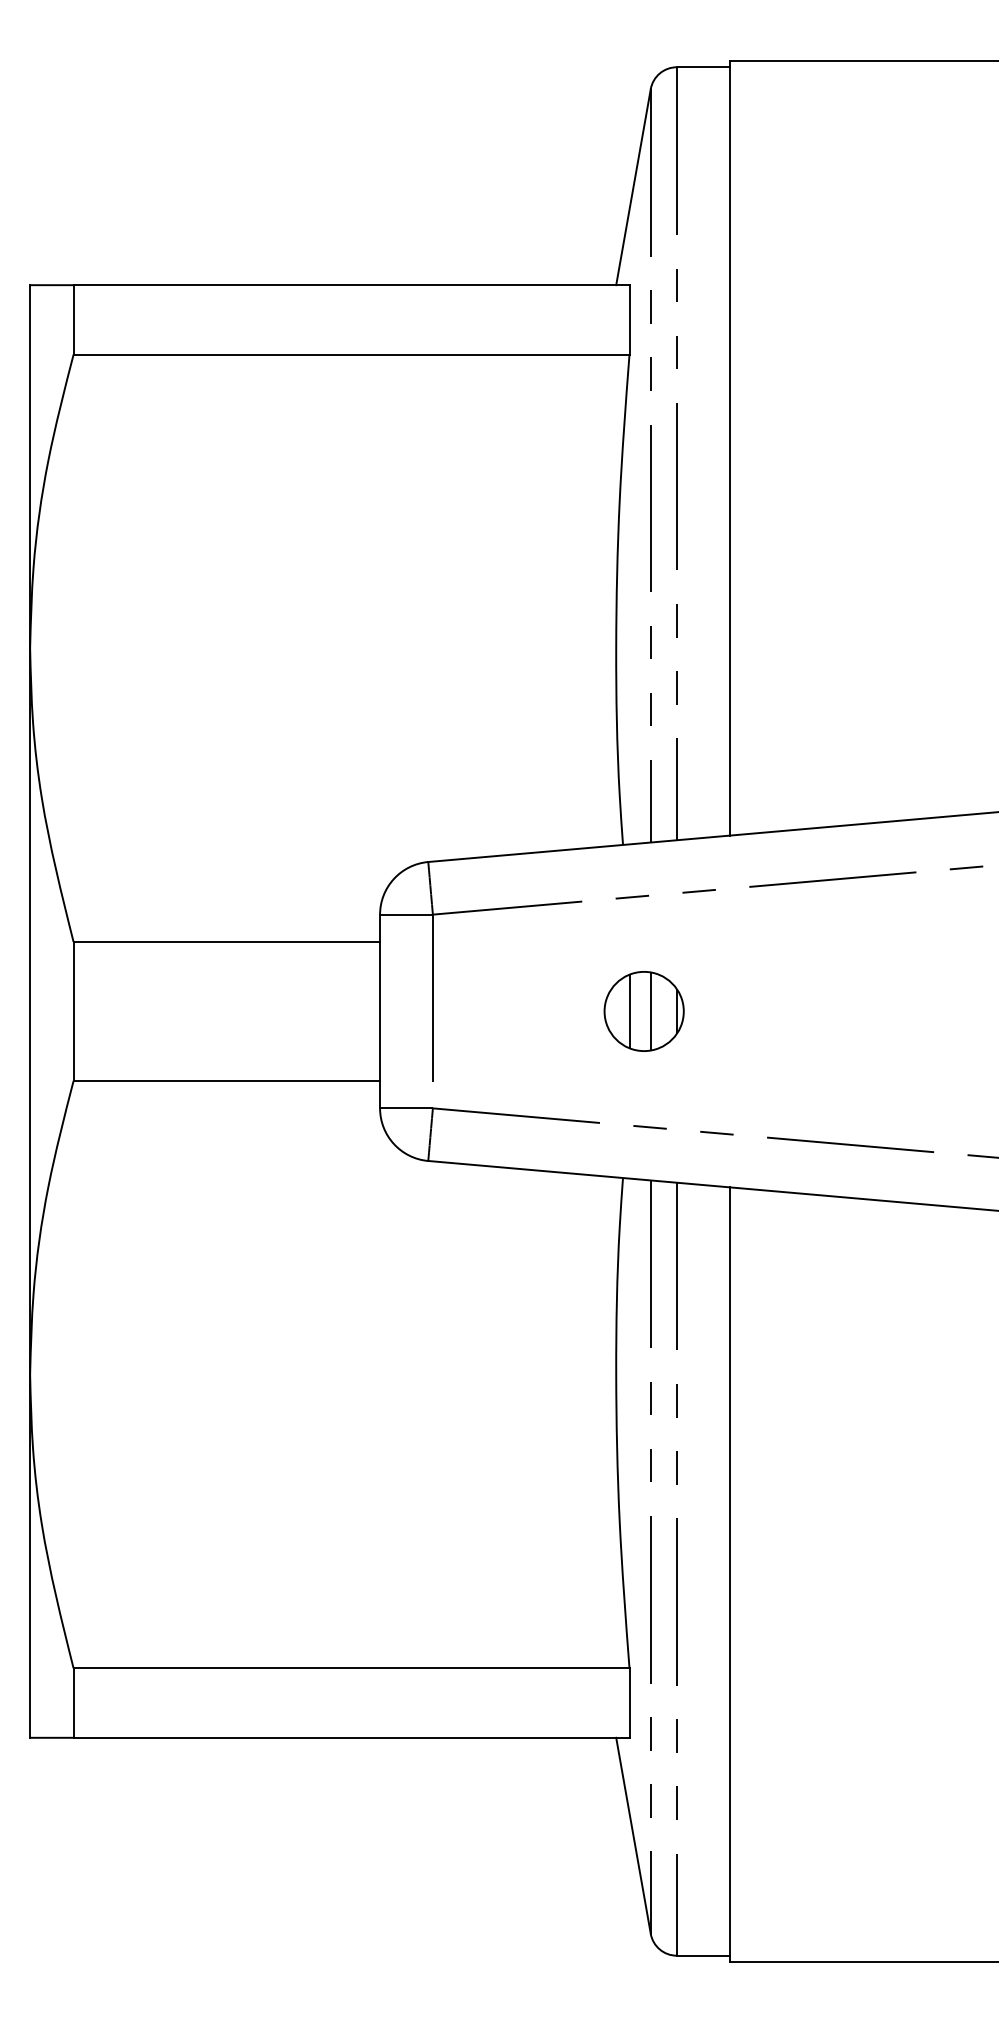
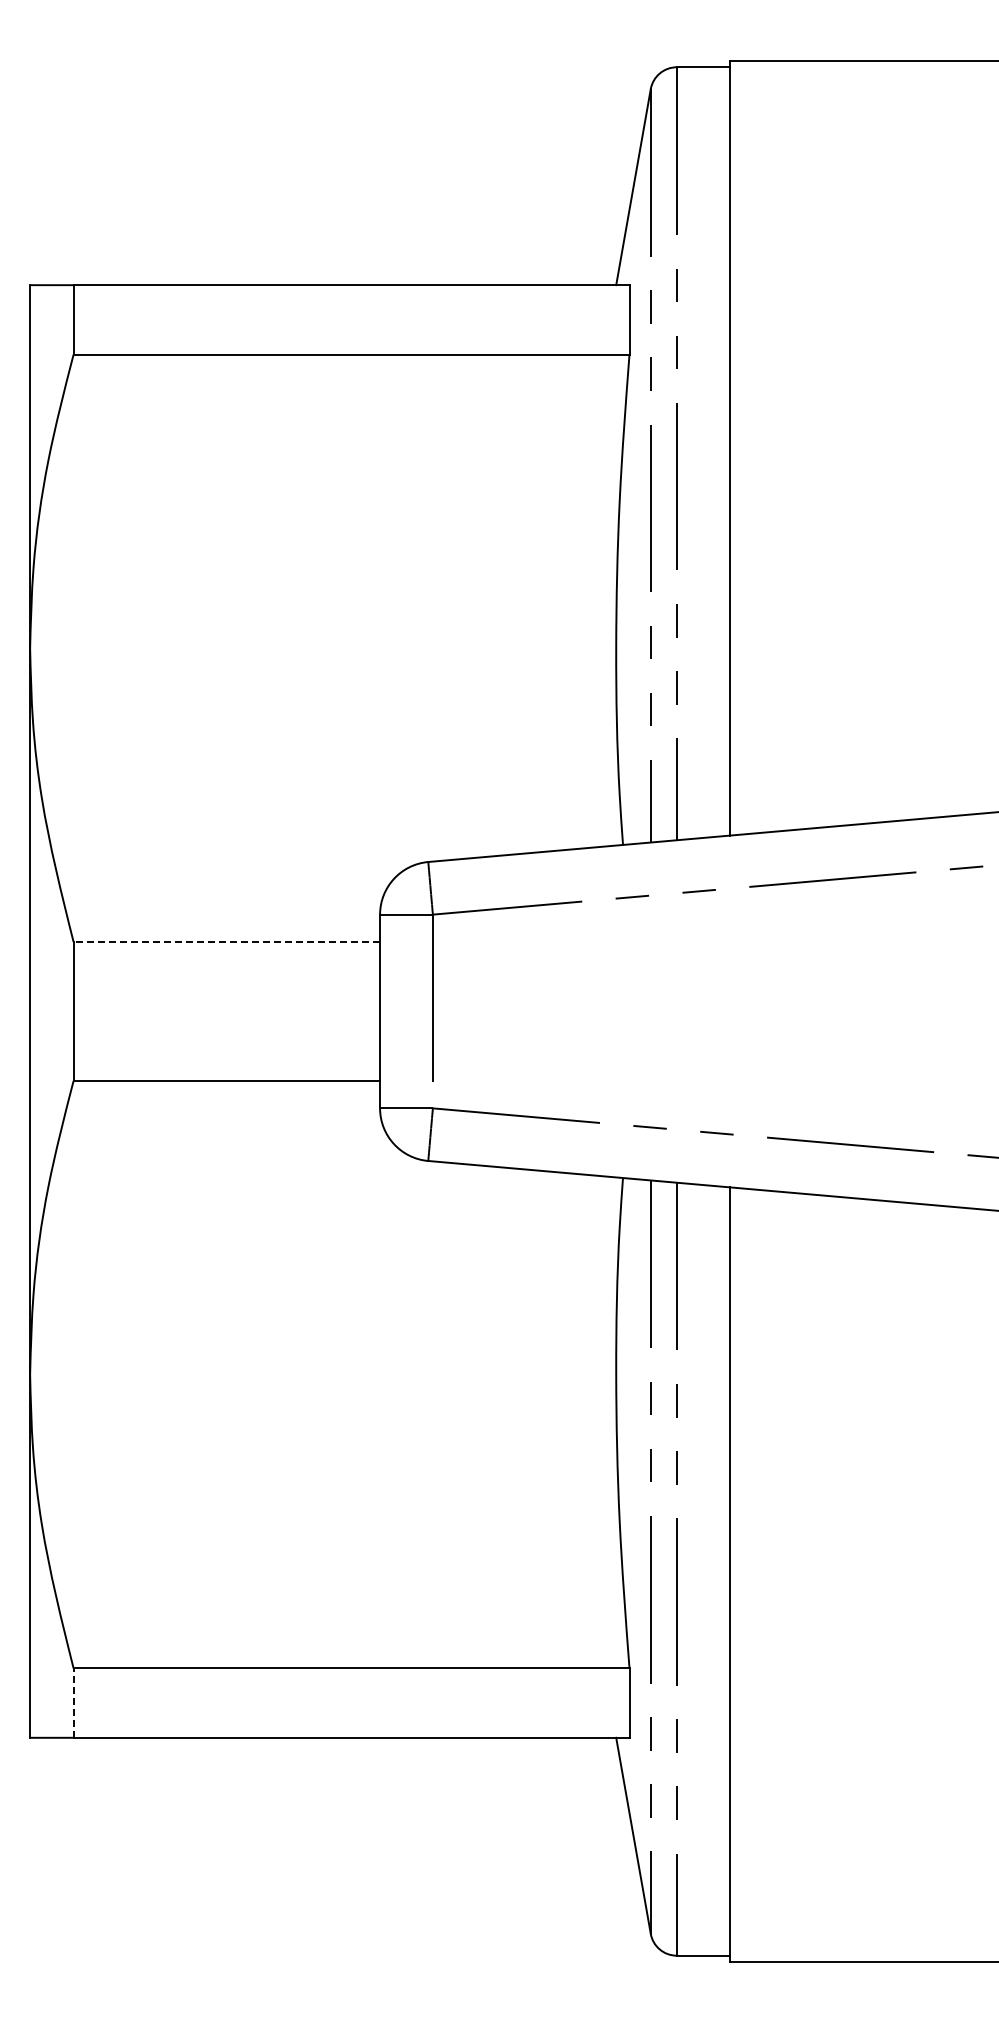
line at (226, 942): solid -> dashed
part at (643, 1011): present -> none
line at (73, 1703): solid -> dashed
